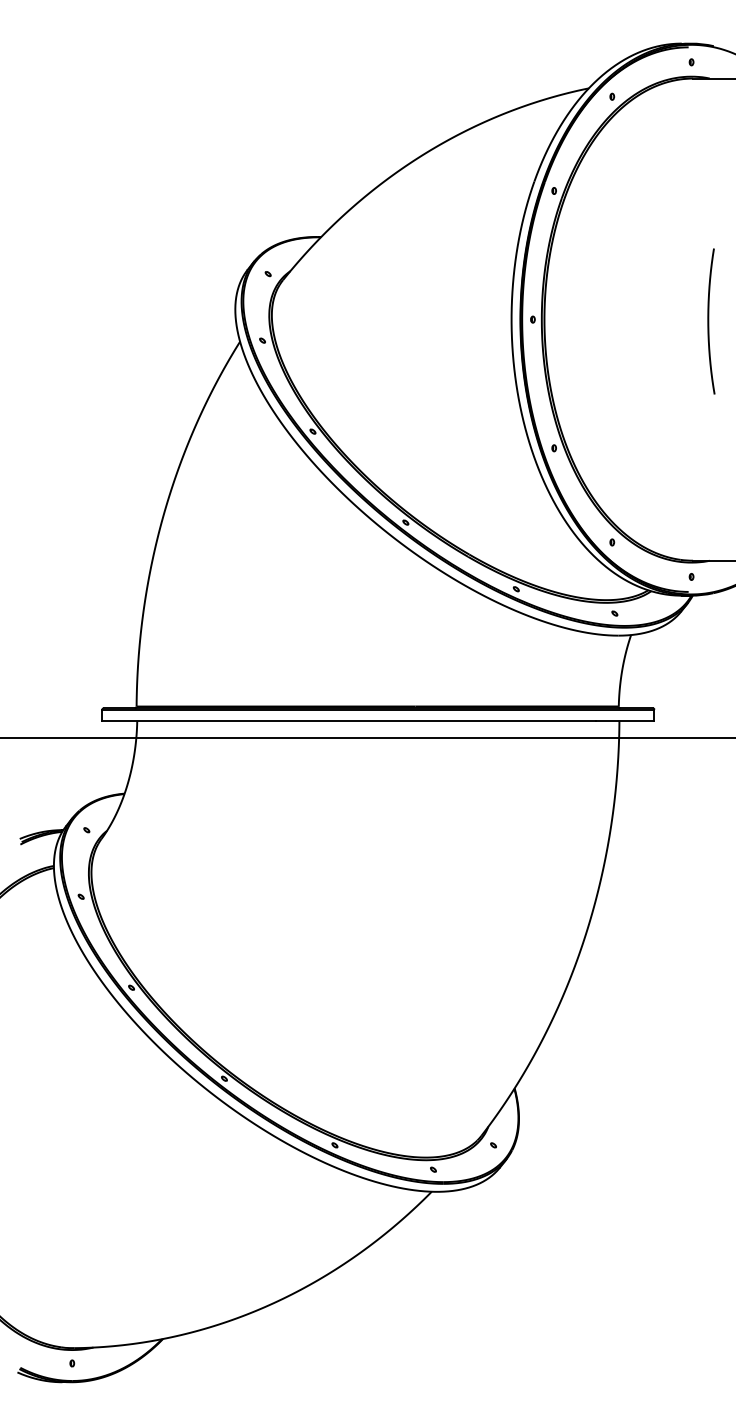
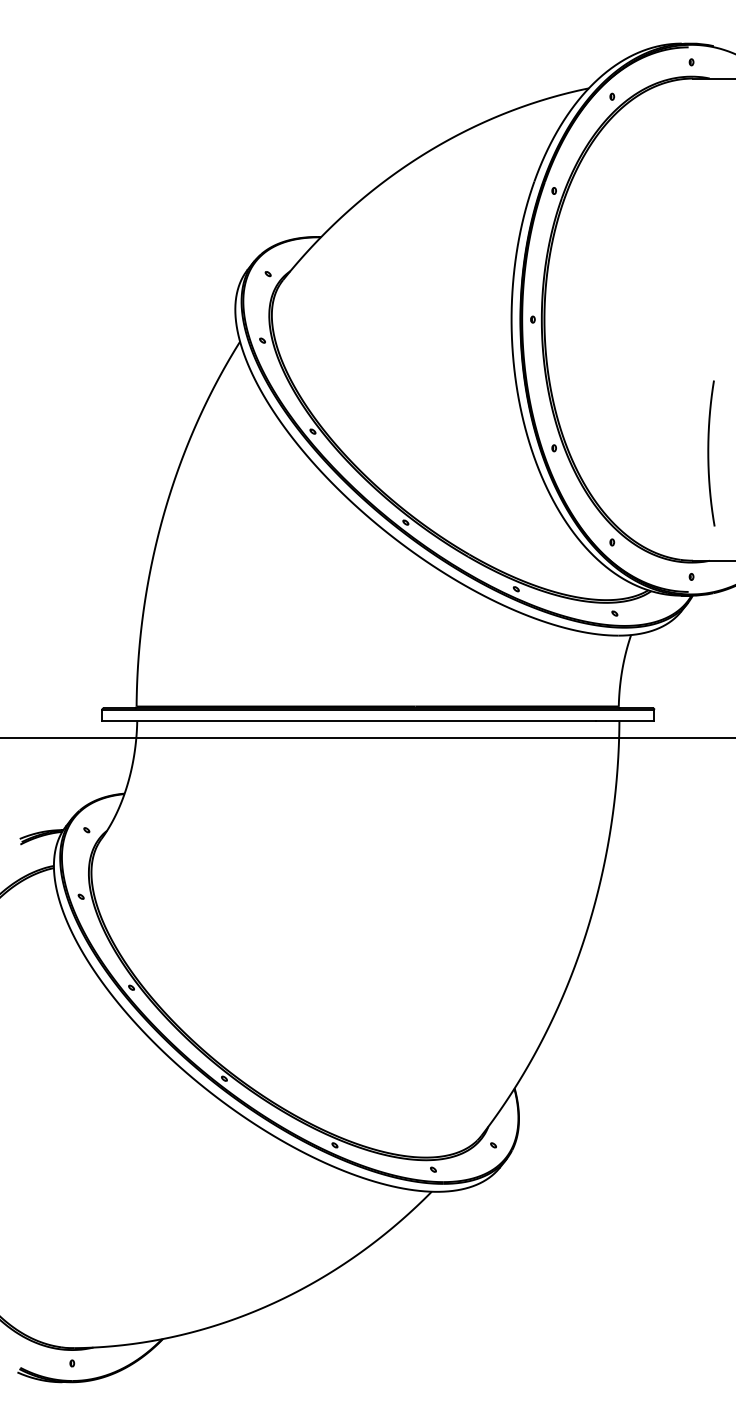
curve at (709, 321) position: (709, 321) -> (709, 453)
